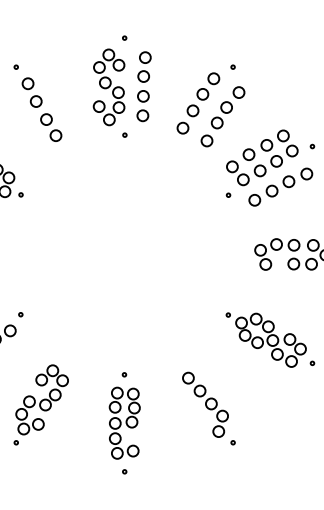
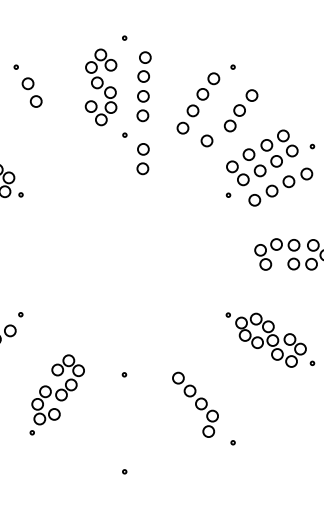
part at (108, 87) position: (108, 87) -> (100, 87)
part at (227, 107) position: (227, 107) -> (240, 110)
part at (51, 127): present -> none
part at (142, 159): none -> present
part at (40, 404) position: (40, 404) -> (56, 394)
part at (205, 404) position: (205, 404) -> (195, 404)
part at (124, 422): present -> none
